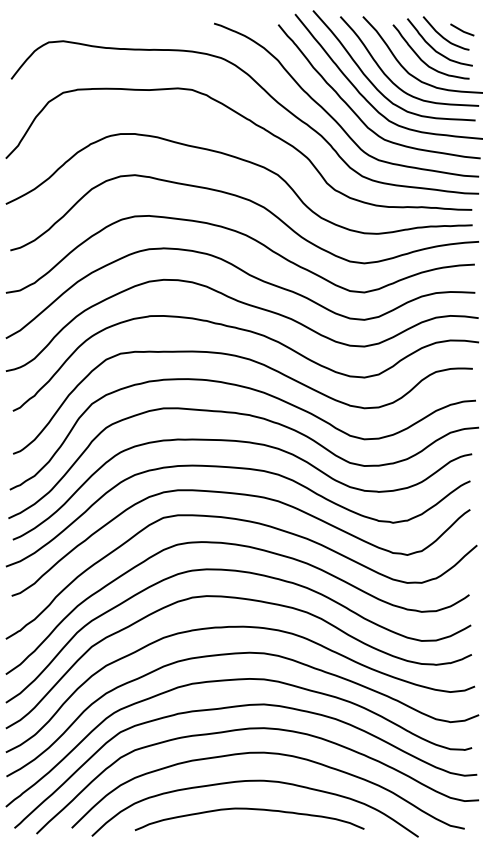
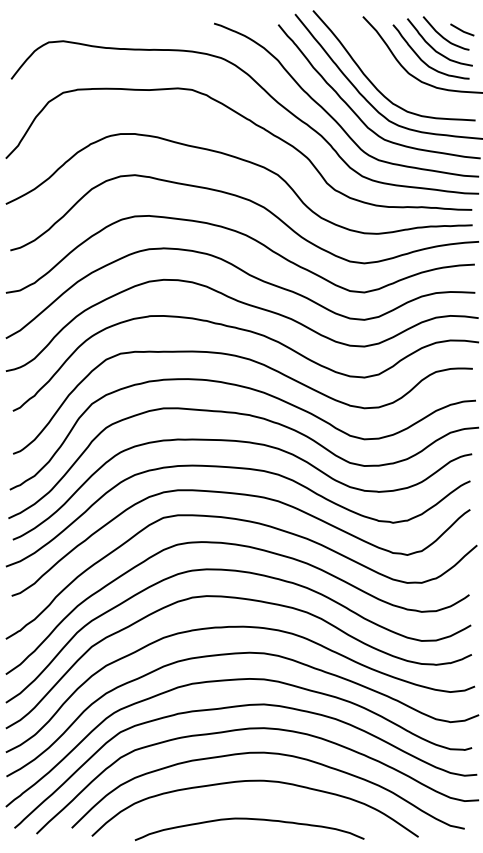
curve at (391, 79): present -> none
curve at (249, 809) position: (249, 809) -> (249, 819)
